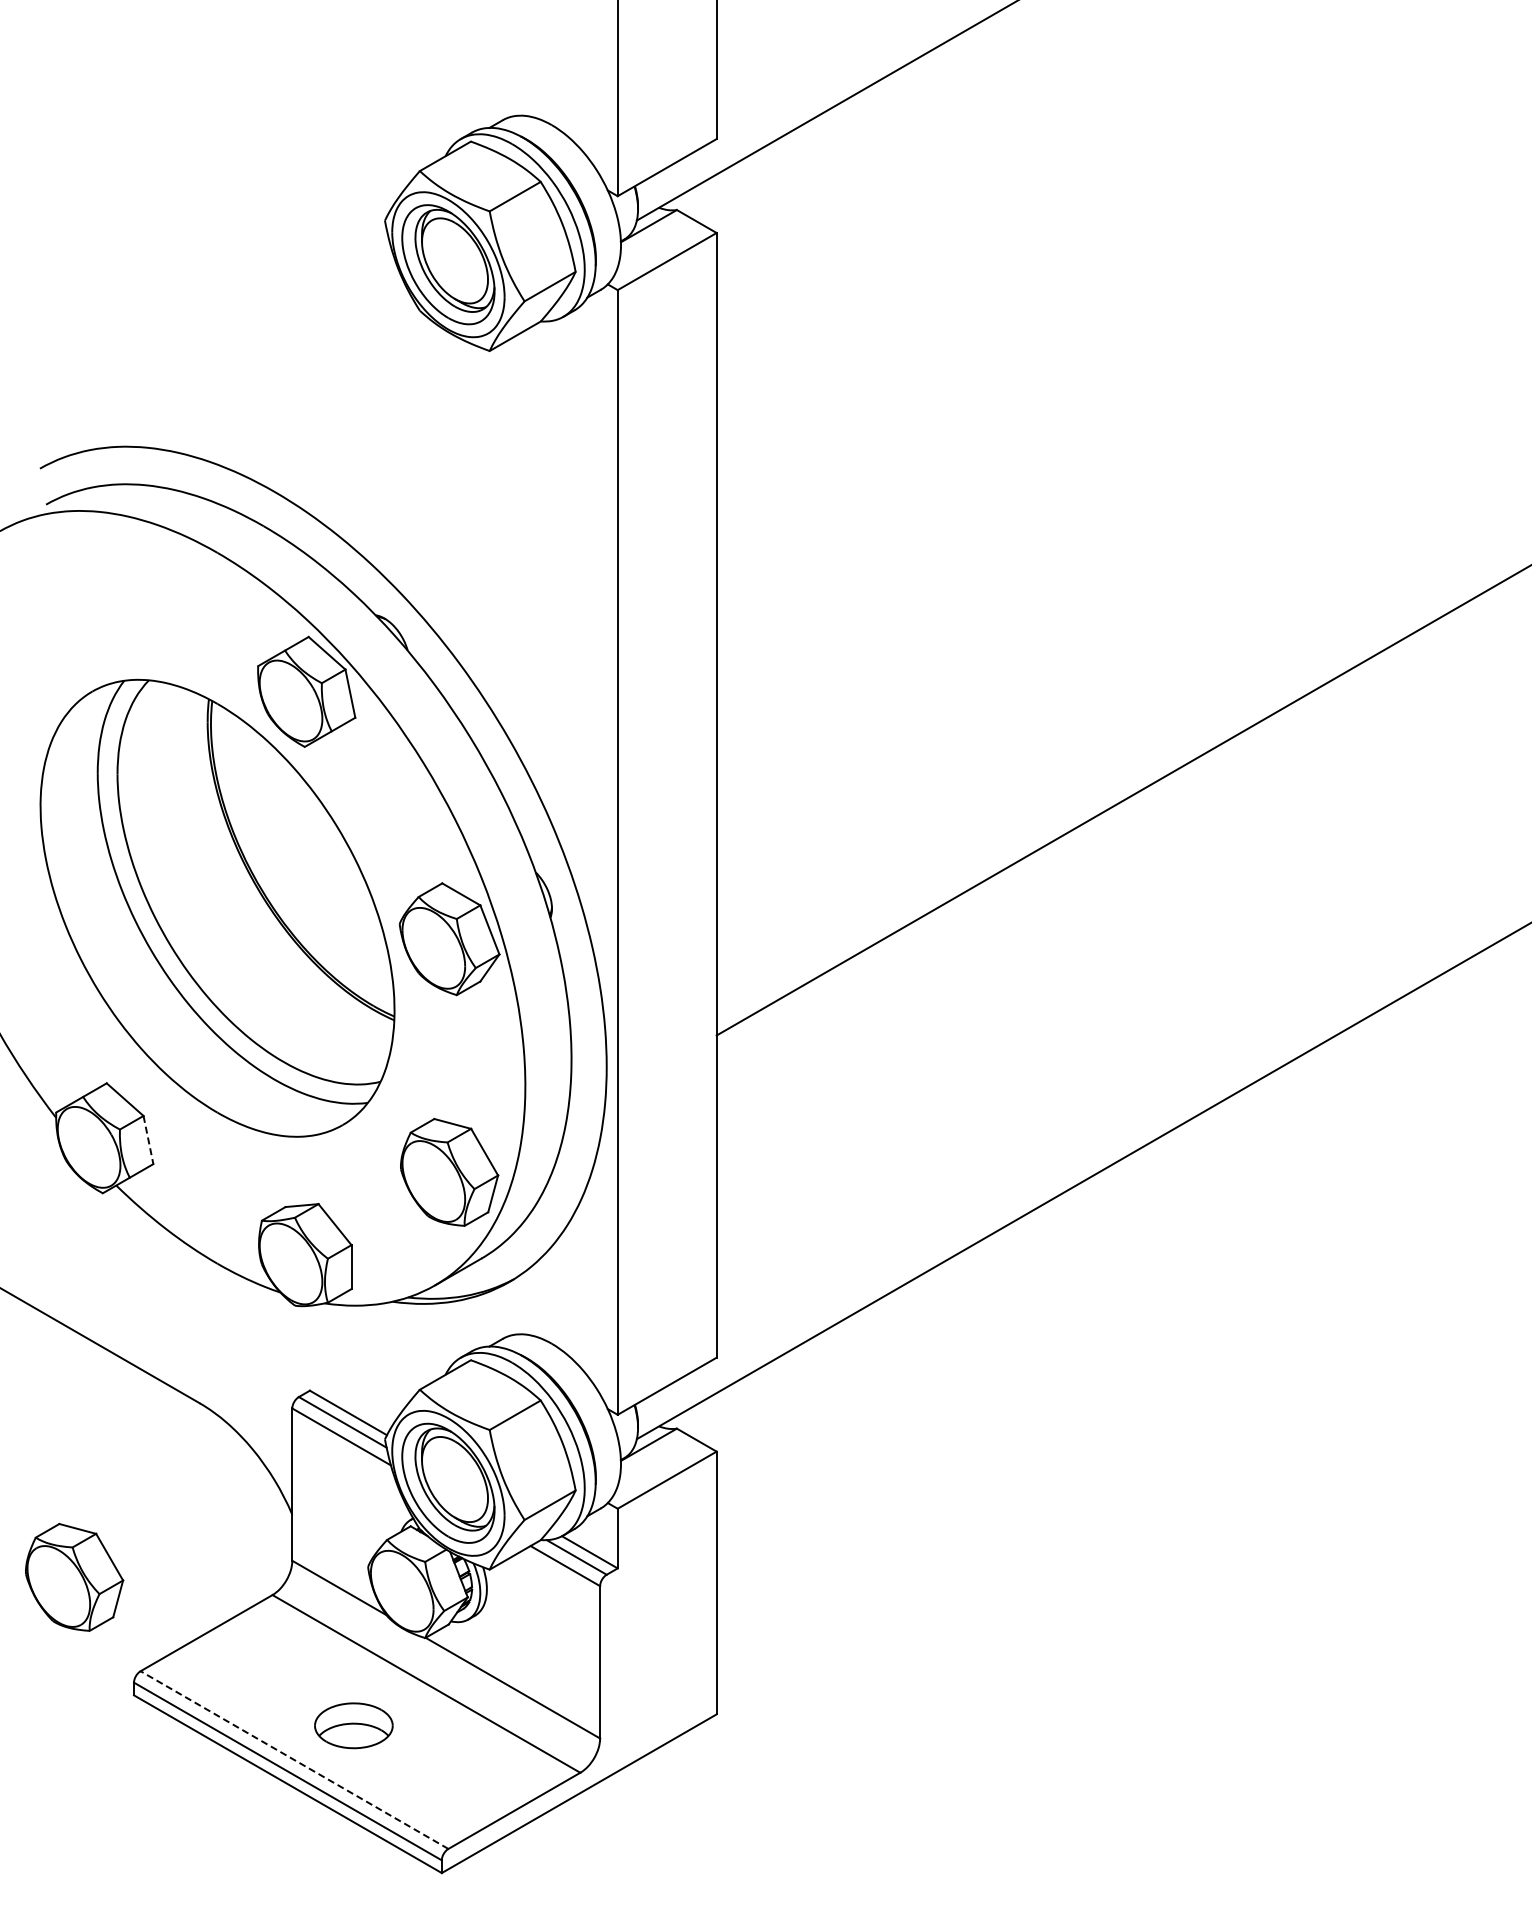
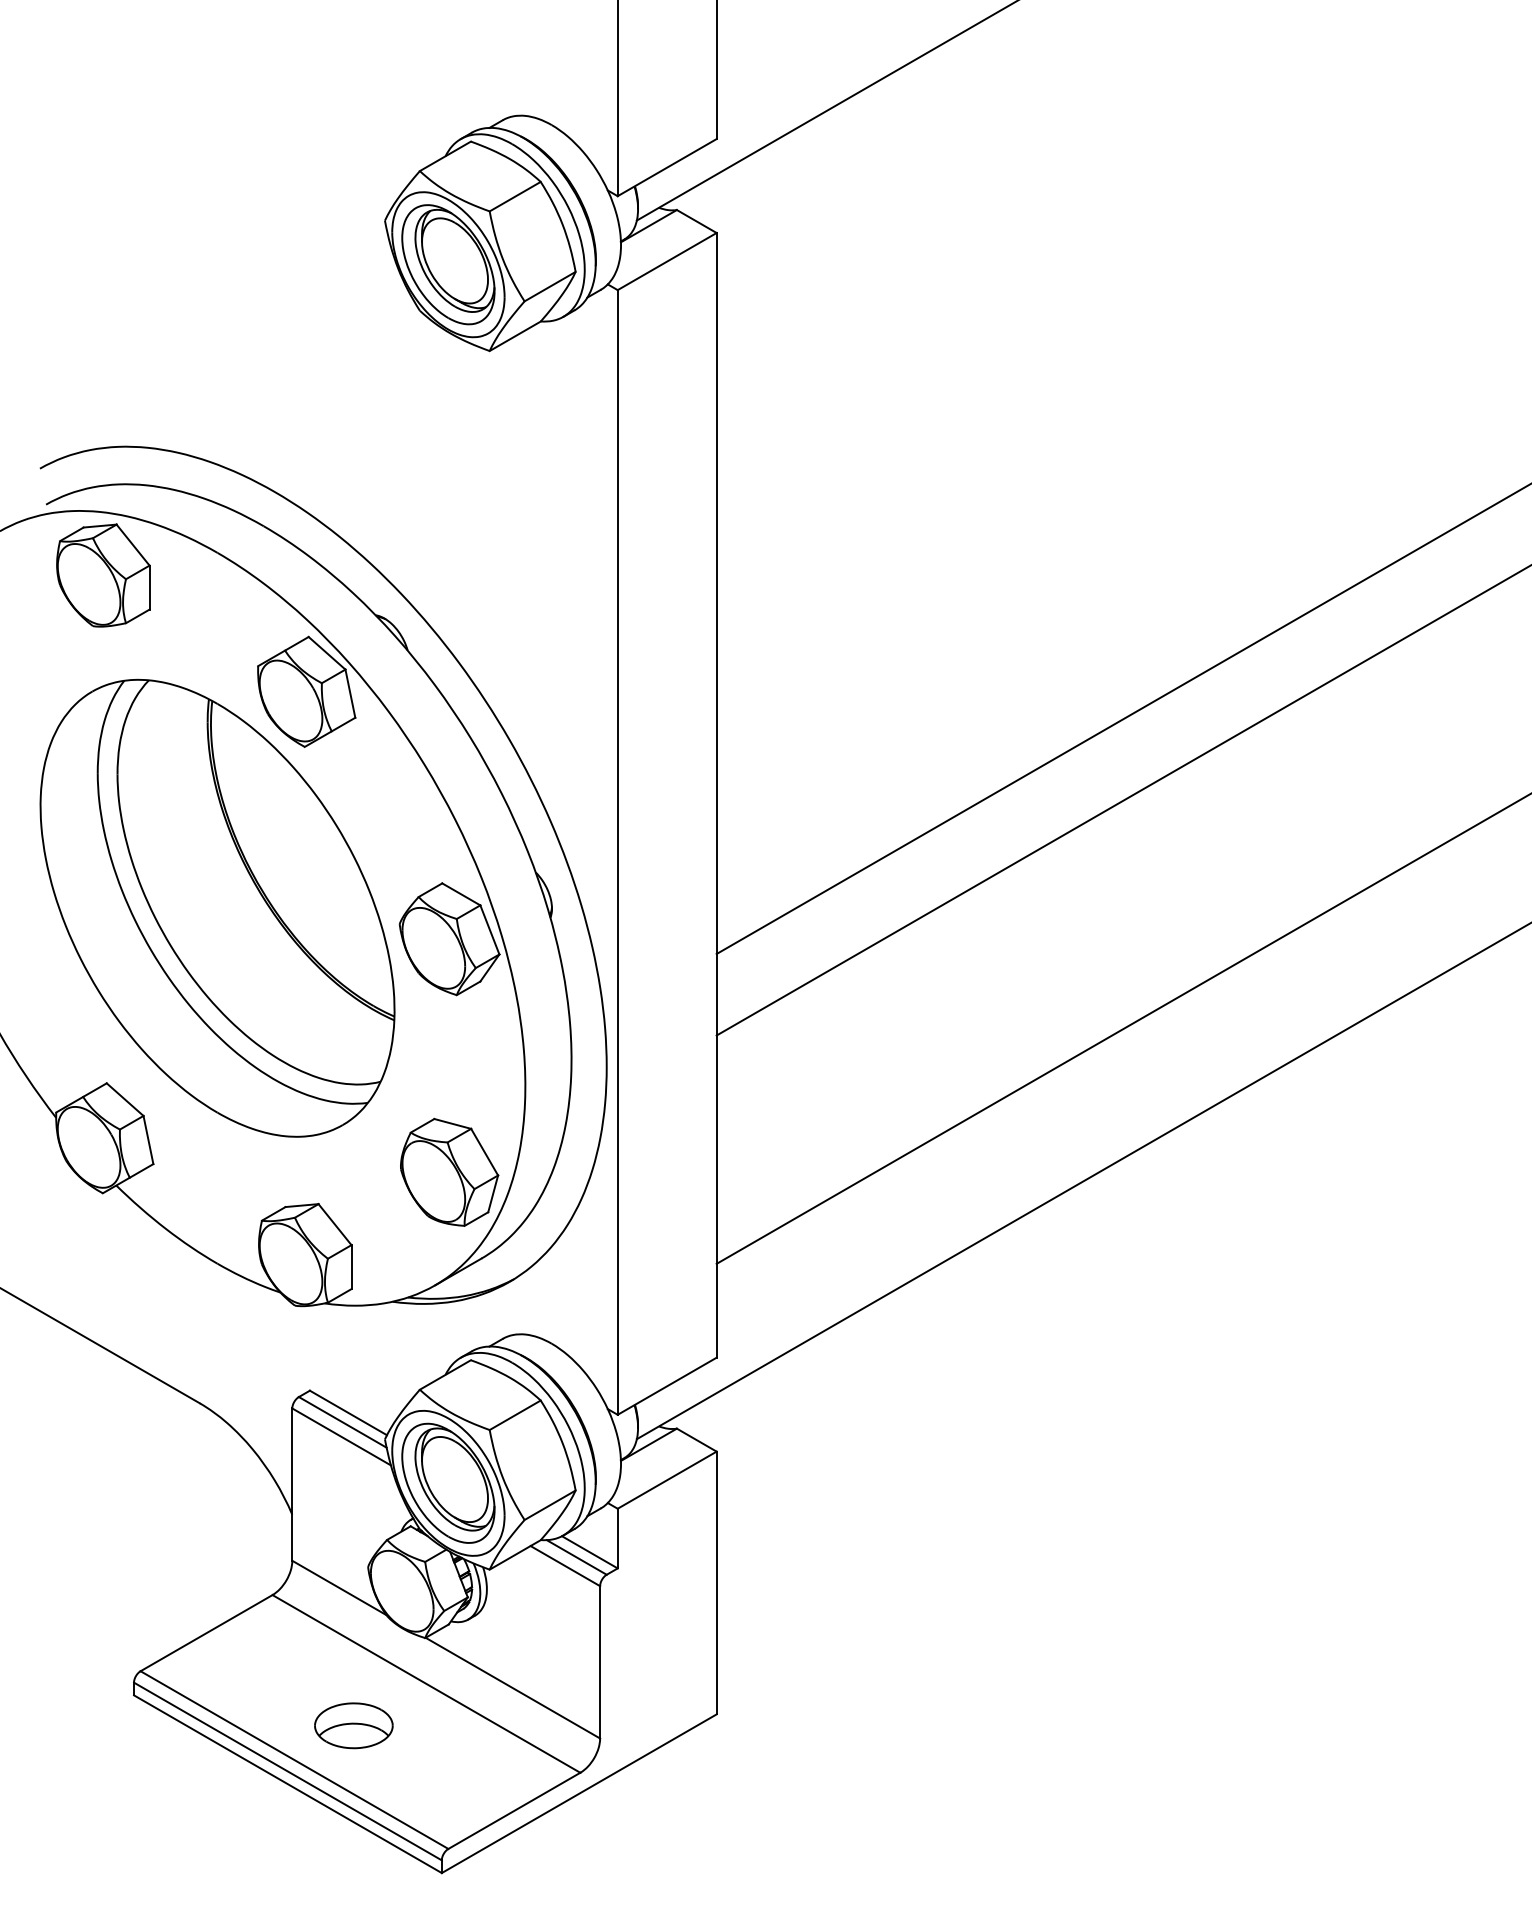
part at (103, 575): none -> present
line at (1122, 719): none -> present
line at (1122, 1029): none -> present
line at (148, 1140): dashed -> solid
part at (74, 1576): present -> none
line at (294, 1760): dashed -> solid
